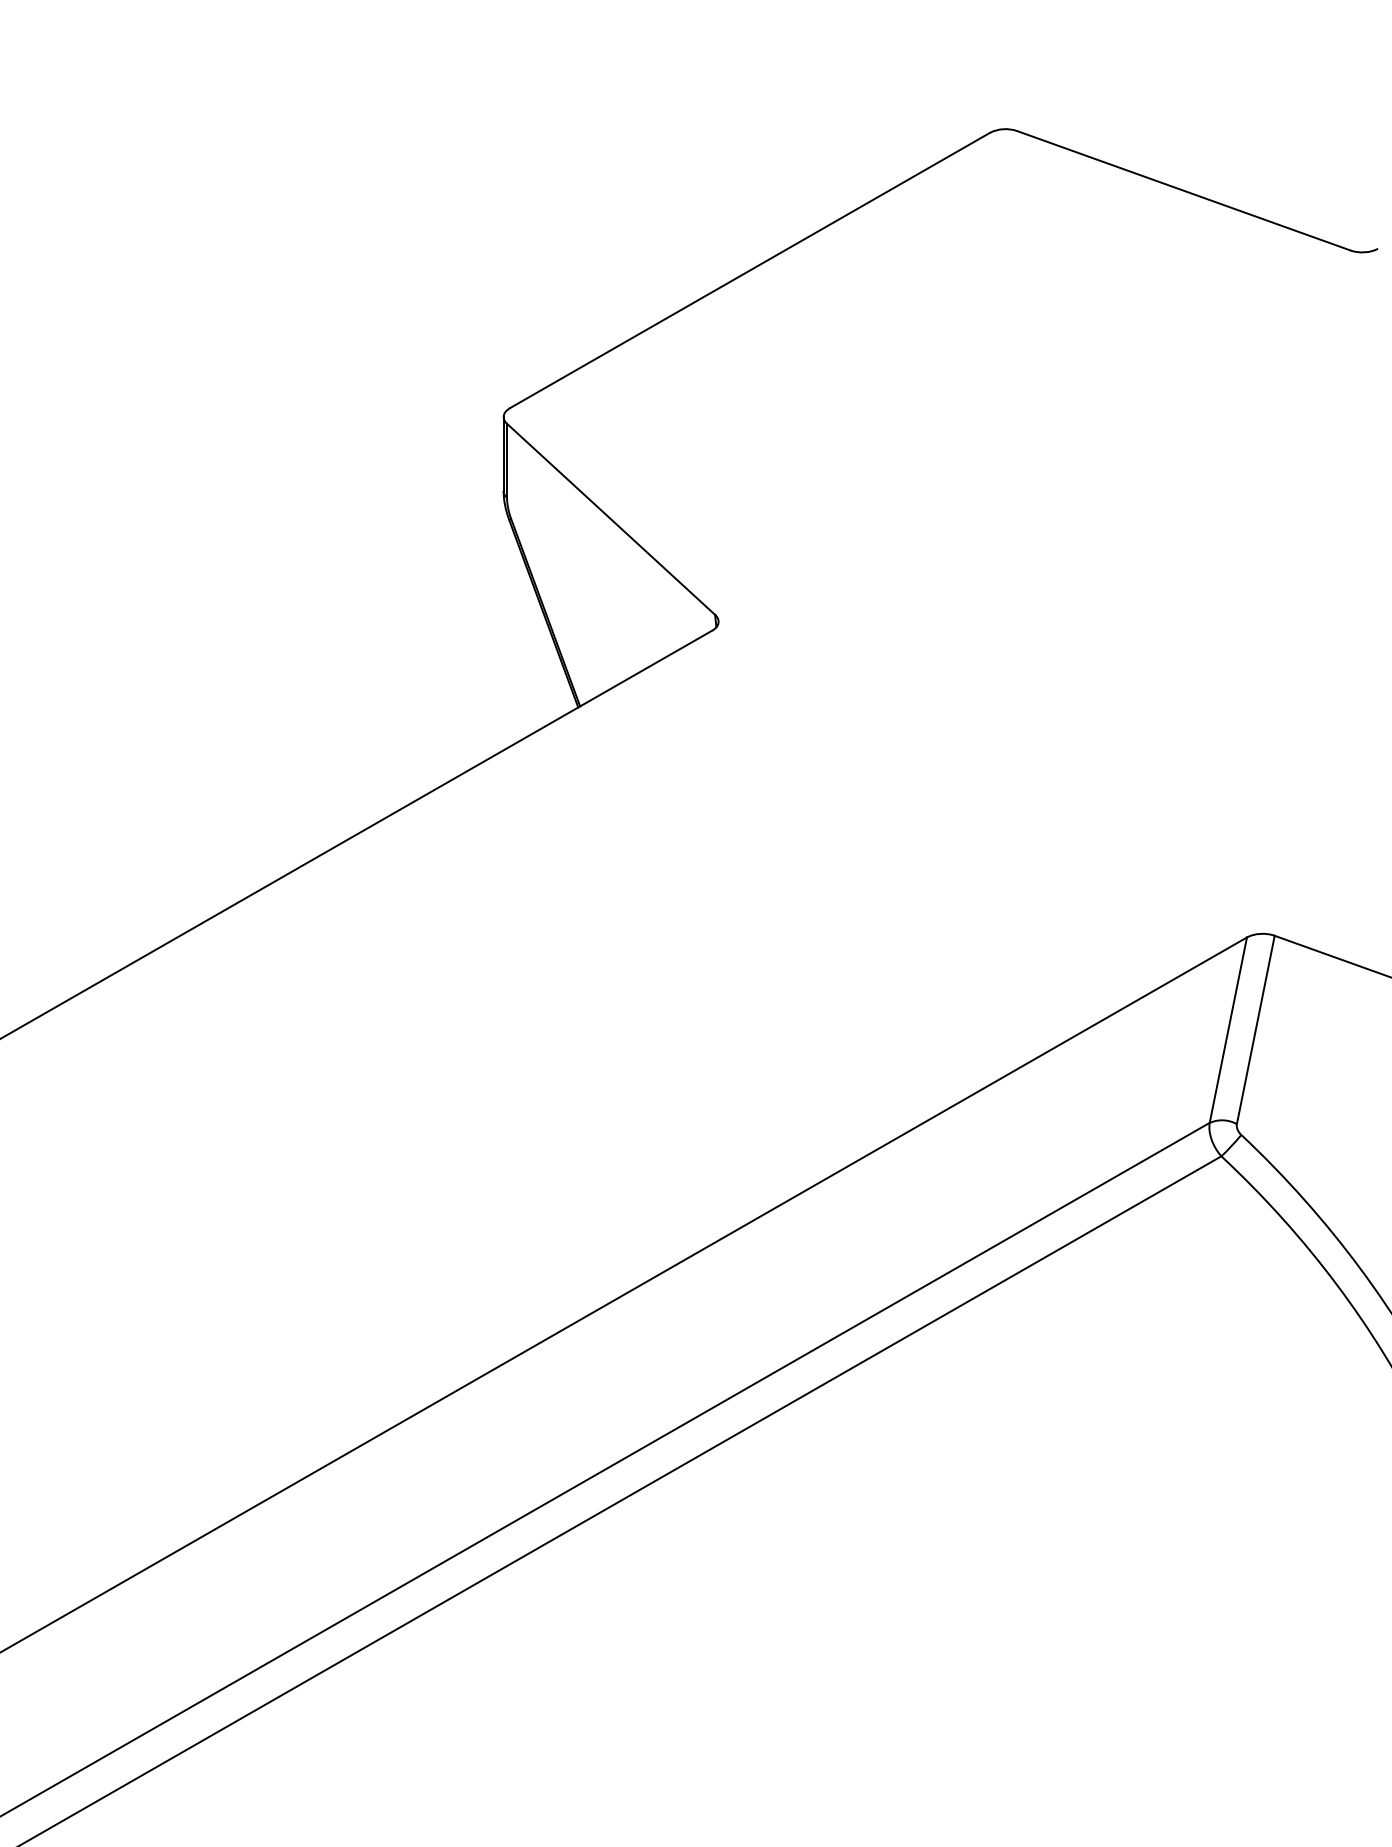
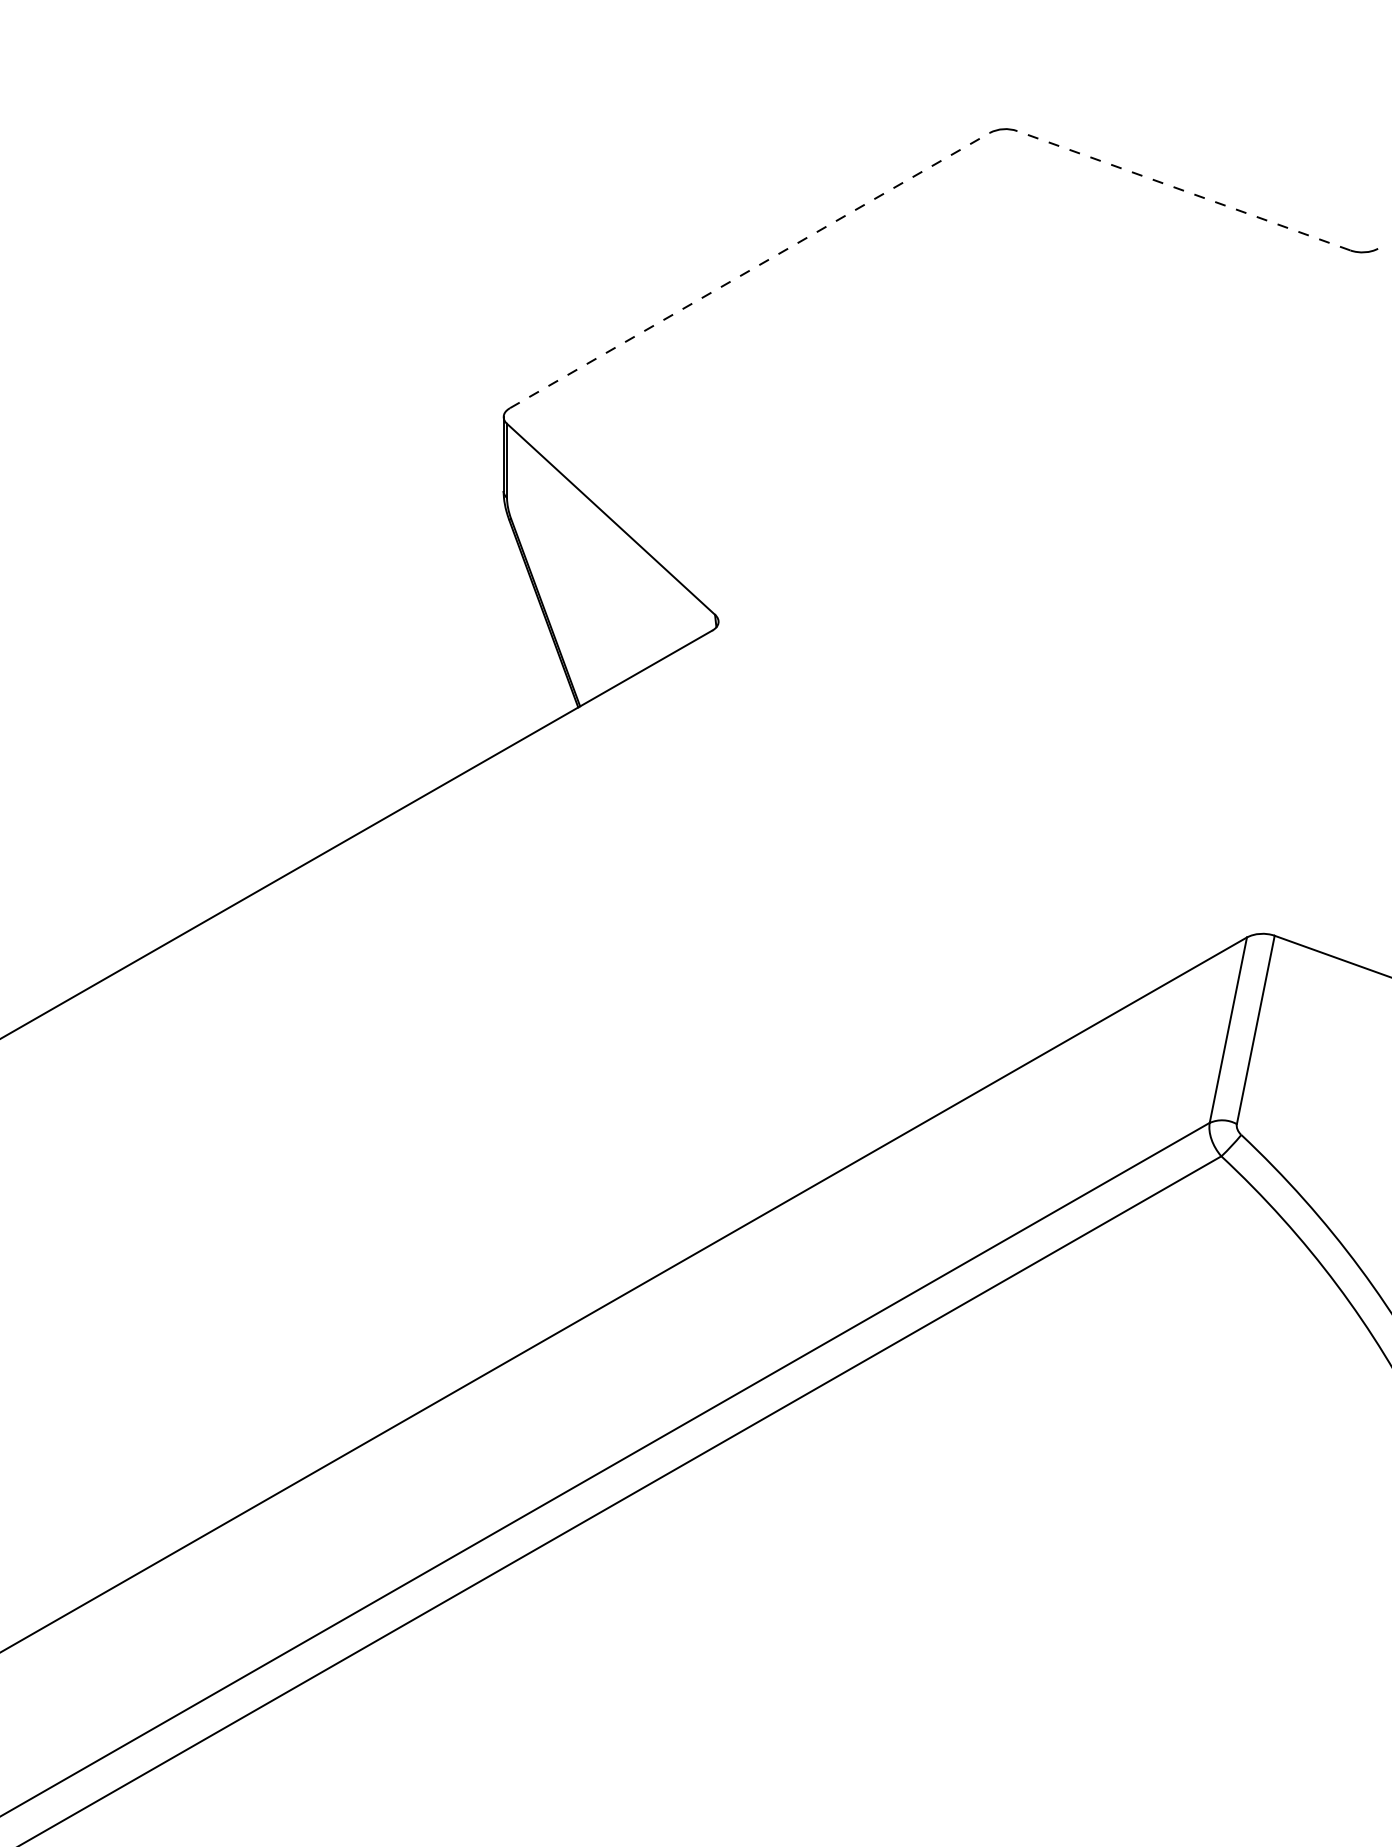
line at (1183, 190): solid -> dashed
line at (750, 270): solid -> dashed
